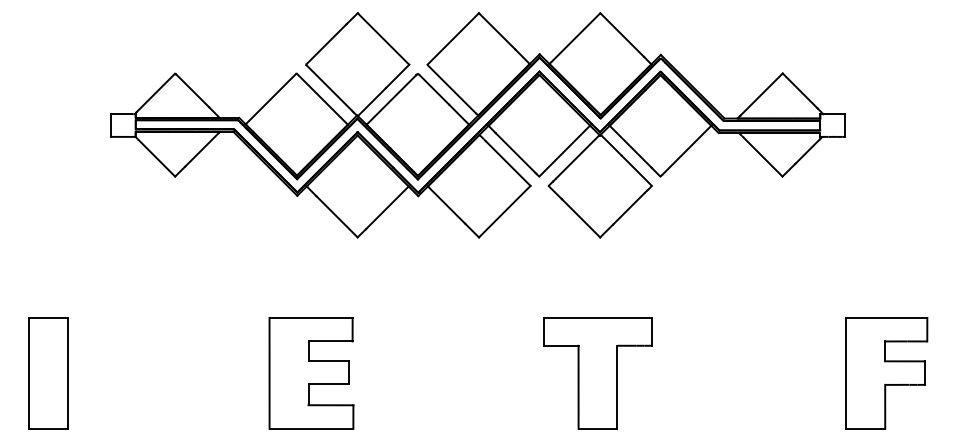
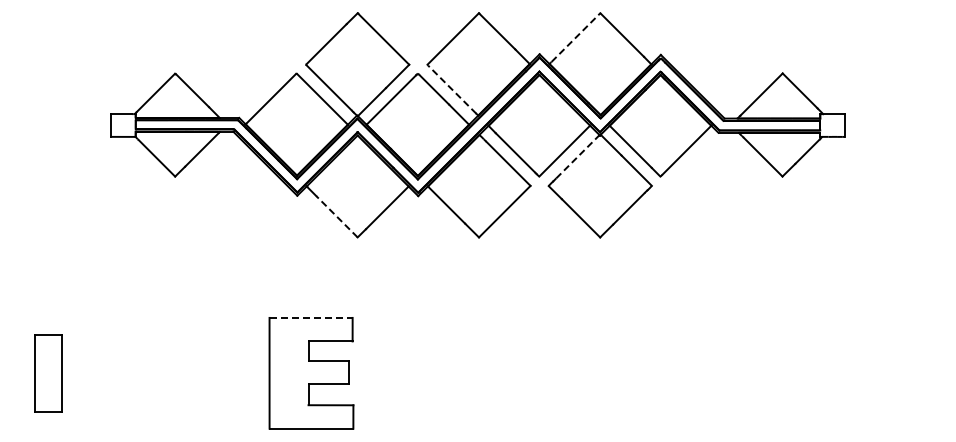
line at (576, 37): solid -> dashed
line at (451, 89): solid -> dashed
line at (577, 156): solid -> dashed
line at (336, 216): solid -> dashed
line at (311, 317): solid -> dashed
part at (48, 373) size: 41x113 px -> 29x79 px
part at (597, 373): present -> none
part at (886, 373): present -> none
